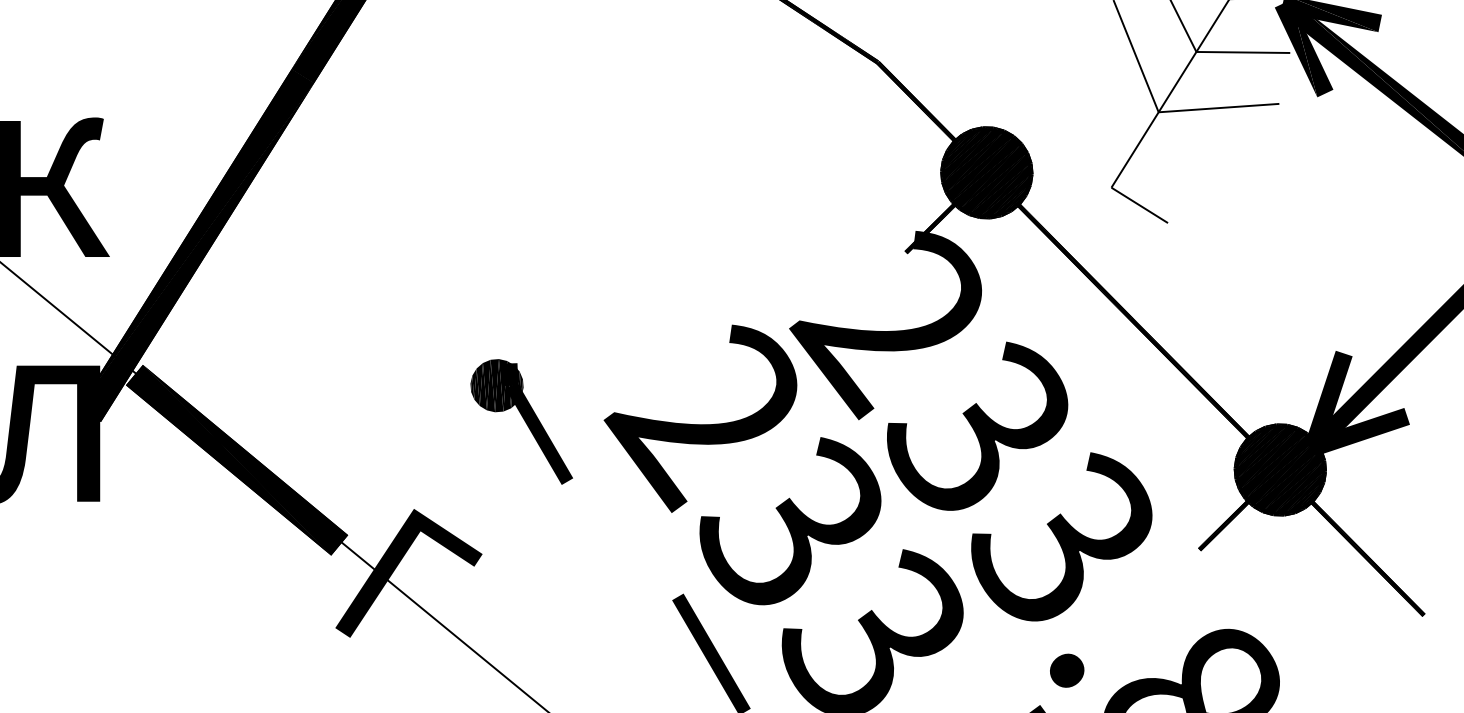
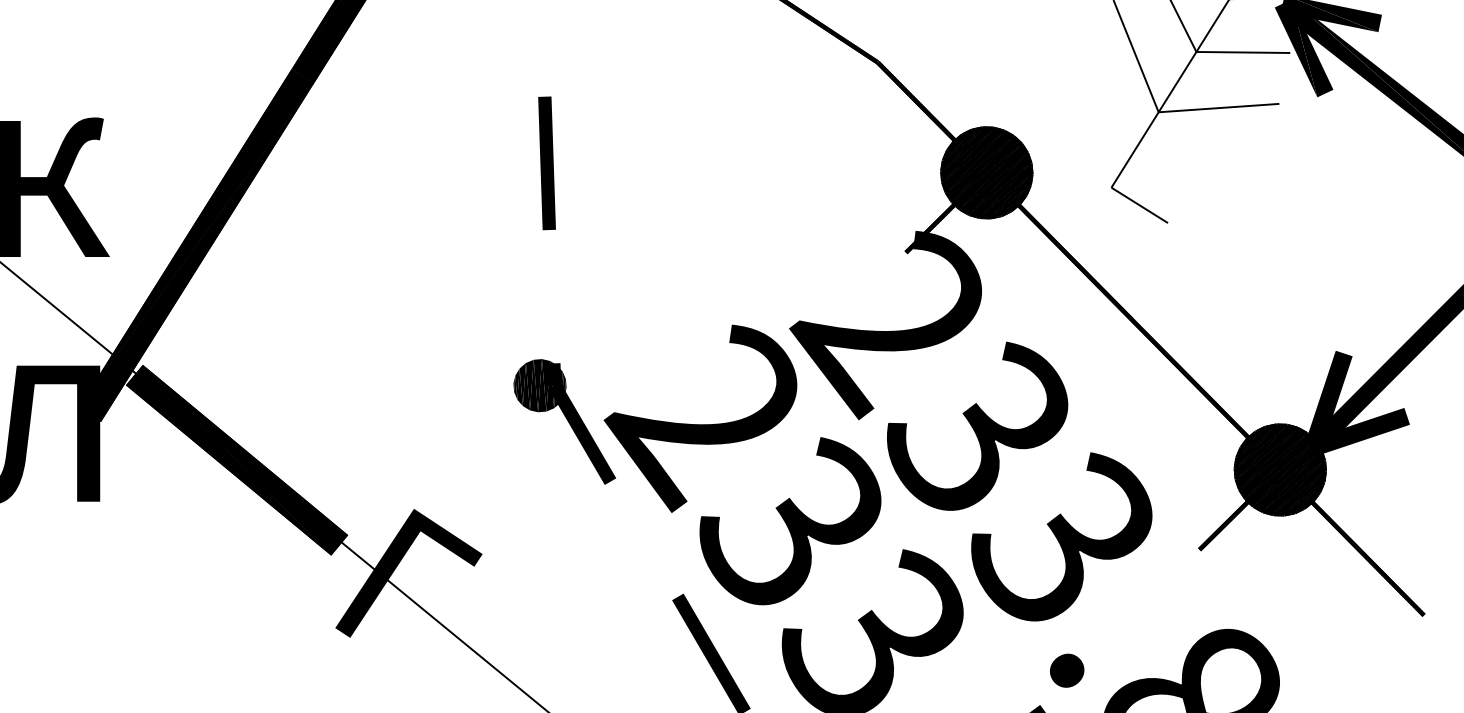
line at (546, 163): none -> present
part at (521, 421) position: (521, 421) -> (564, 421)
